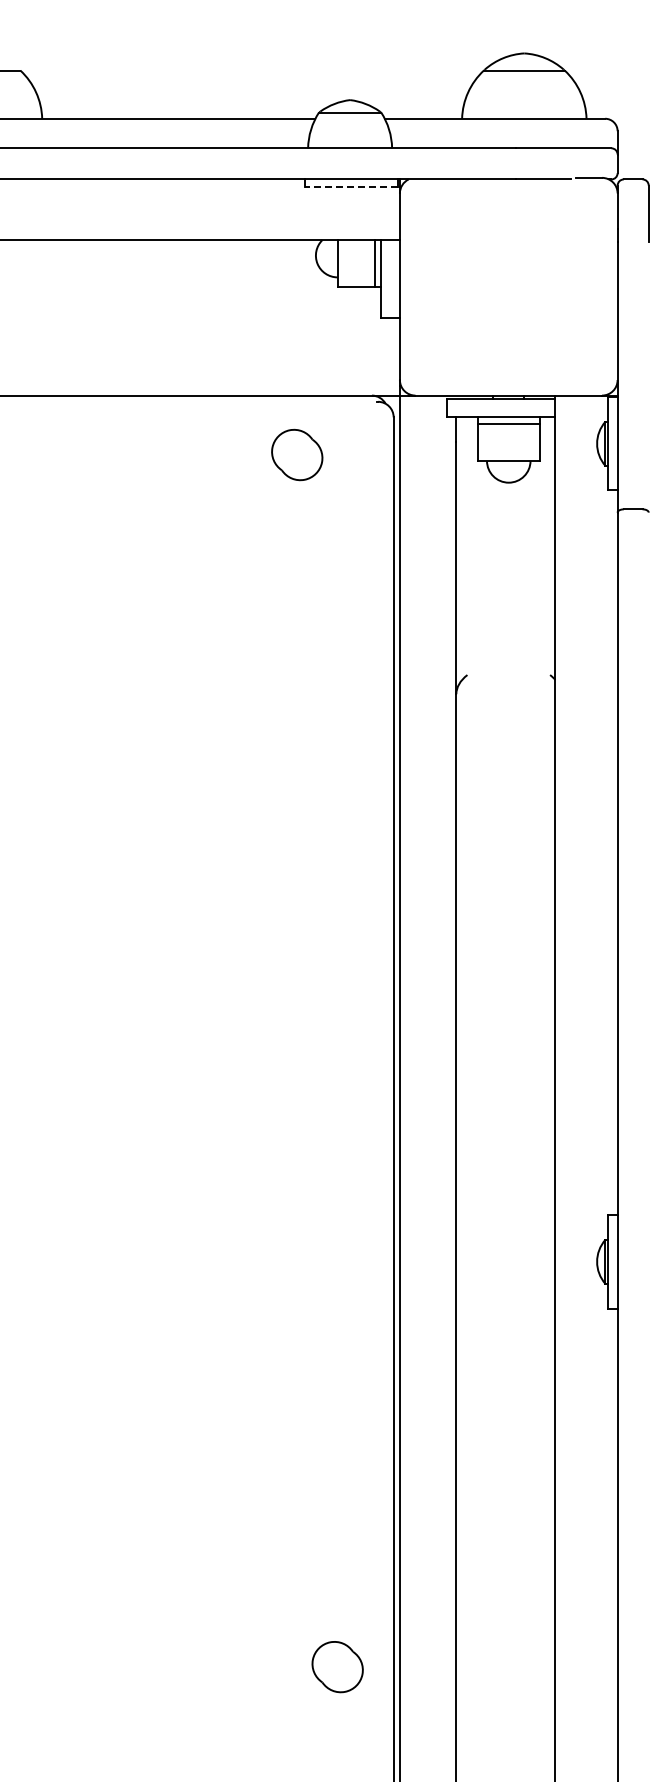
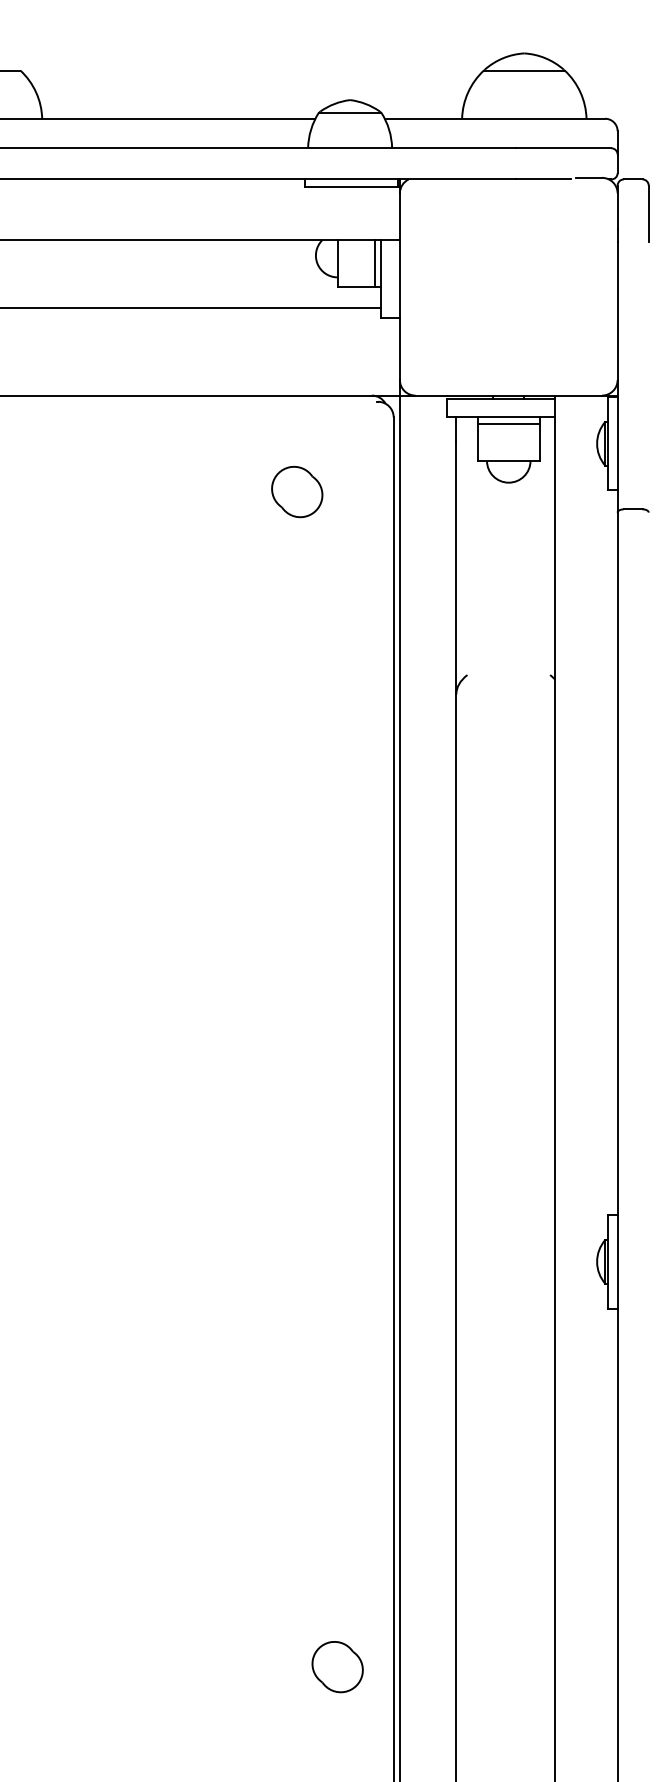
line at (351, 187): dashed -> solid
line at (191, 308): none -> present
part at (297, 454) position: (297, 454) -> (297, 491)
